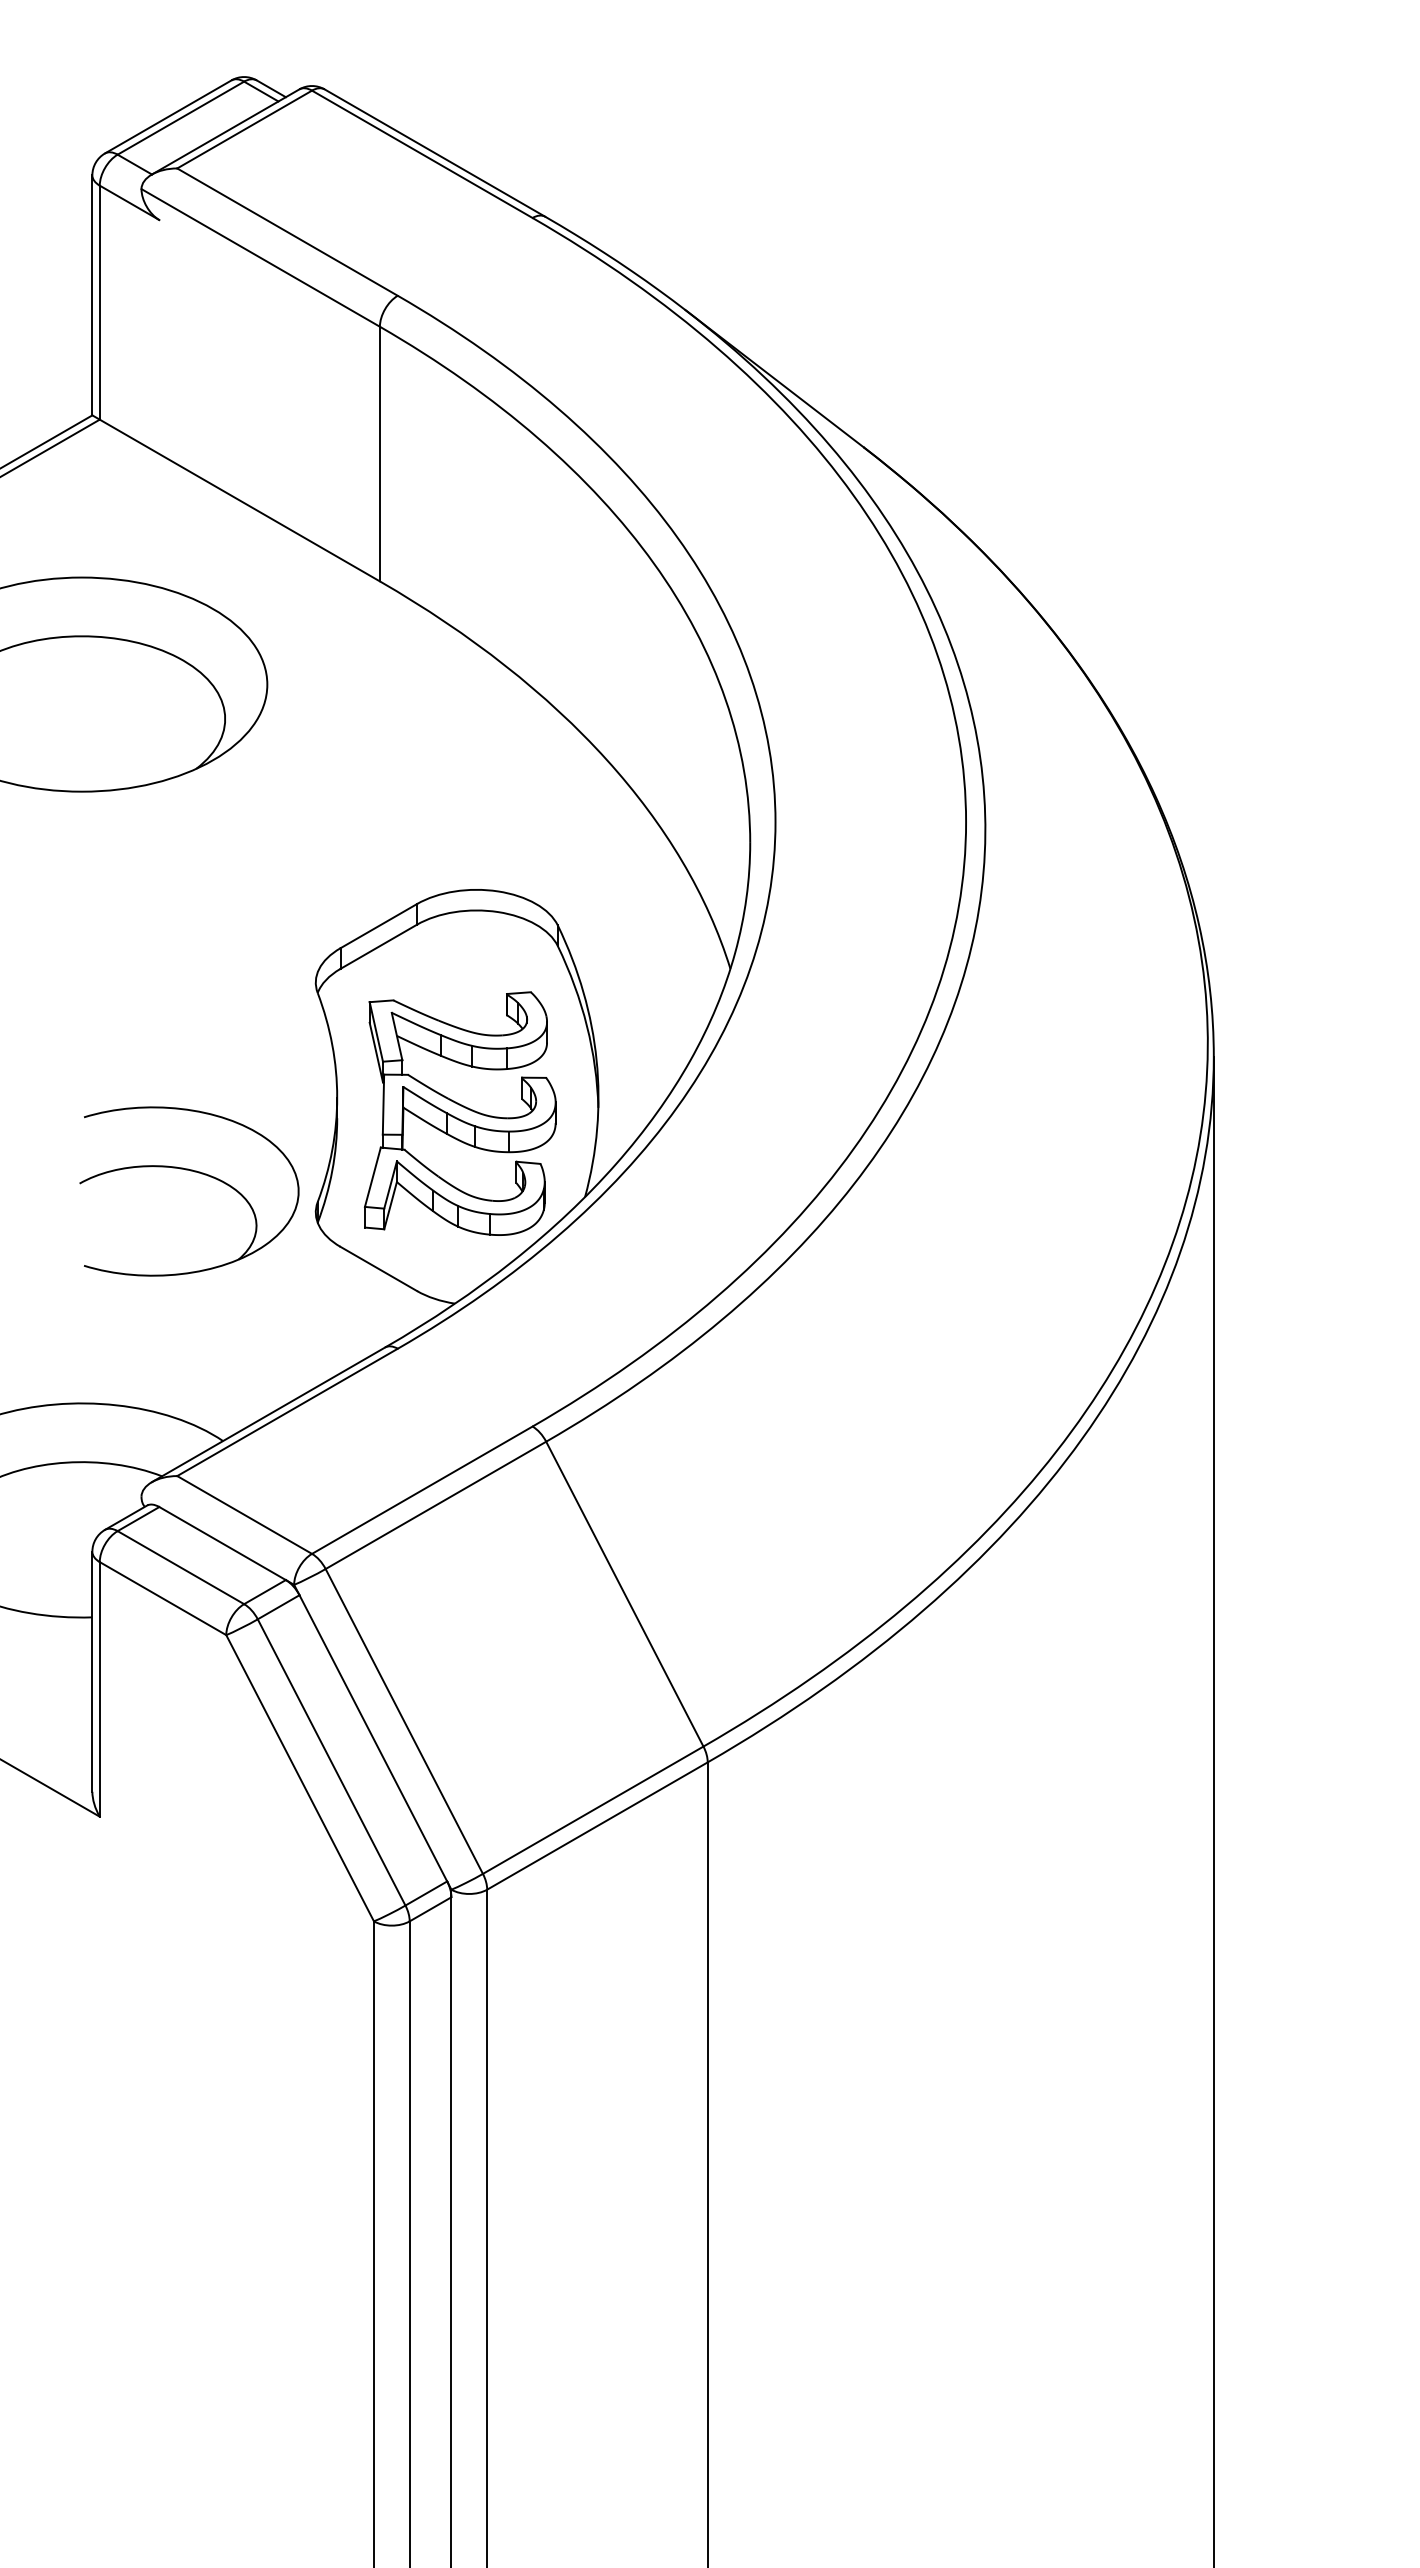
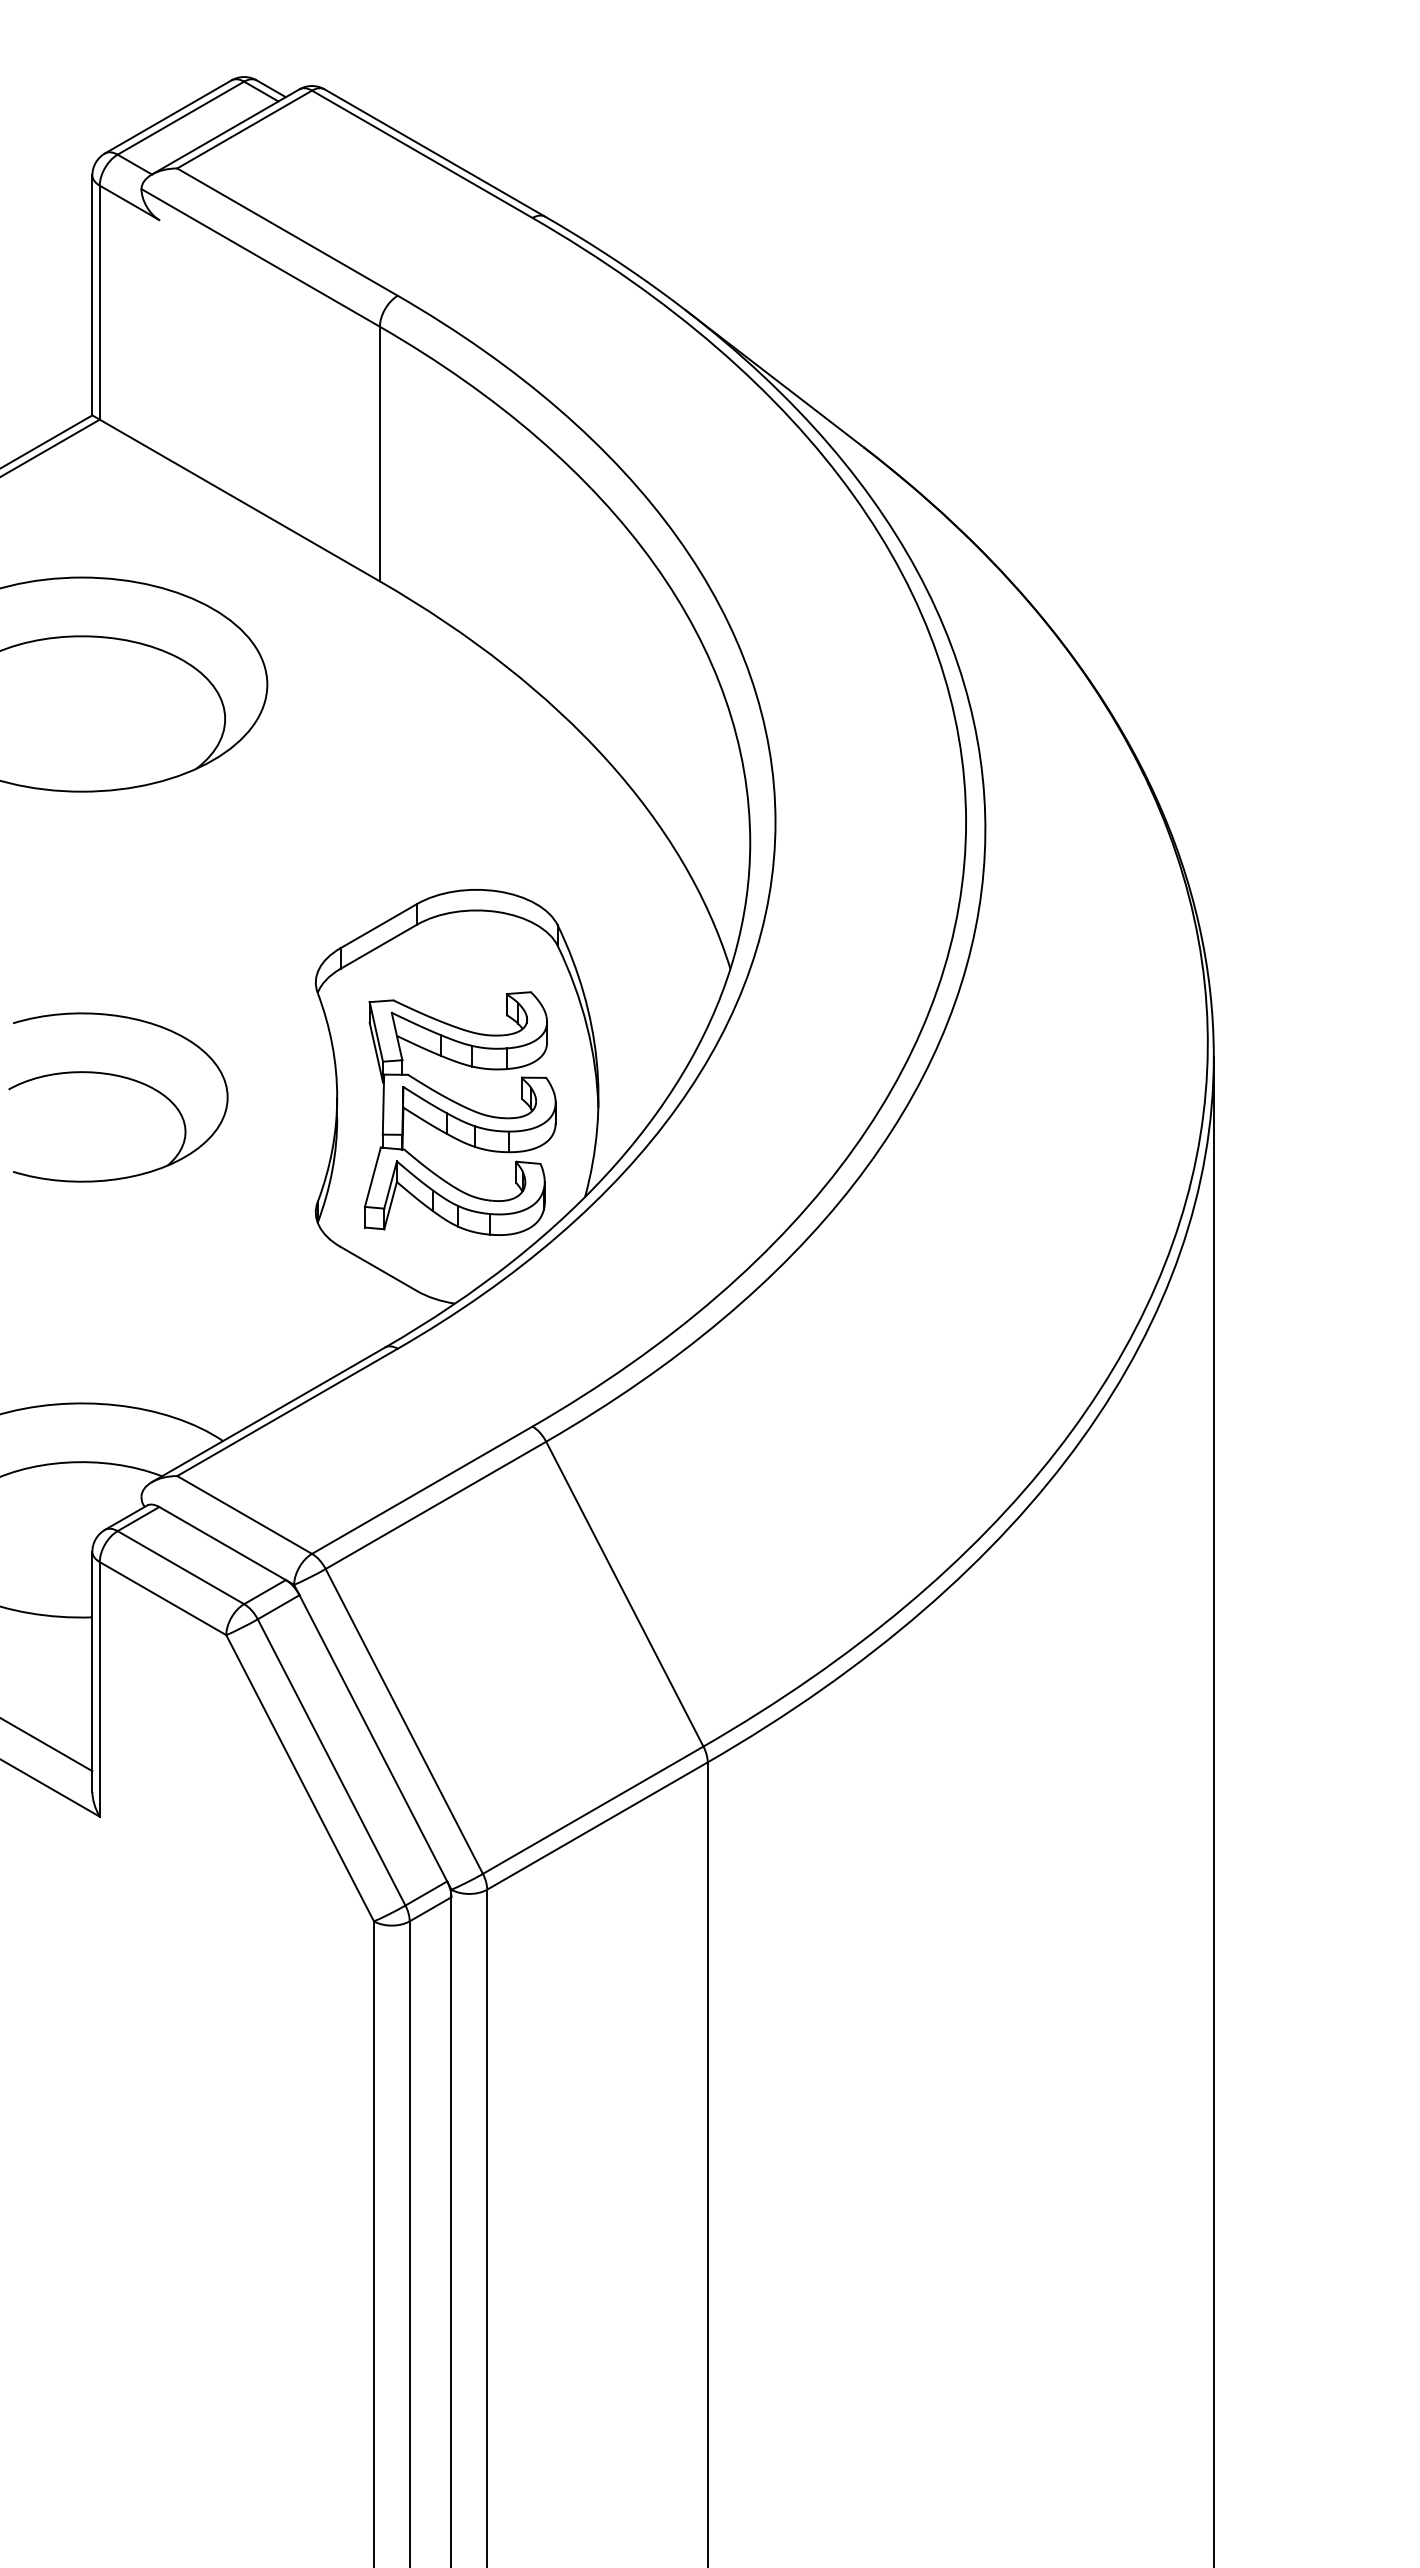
part at (194, 1172) position: (194, 1172) -> (123, 1078)
line at (47, 1745): none -> present
